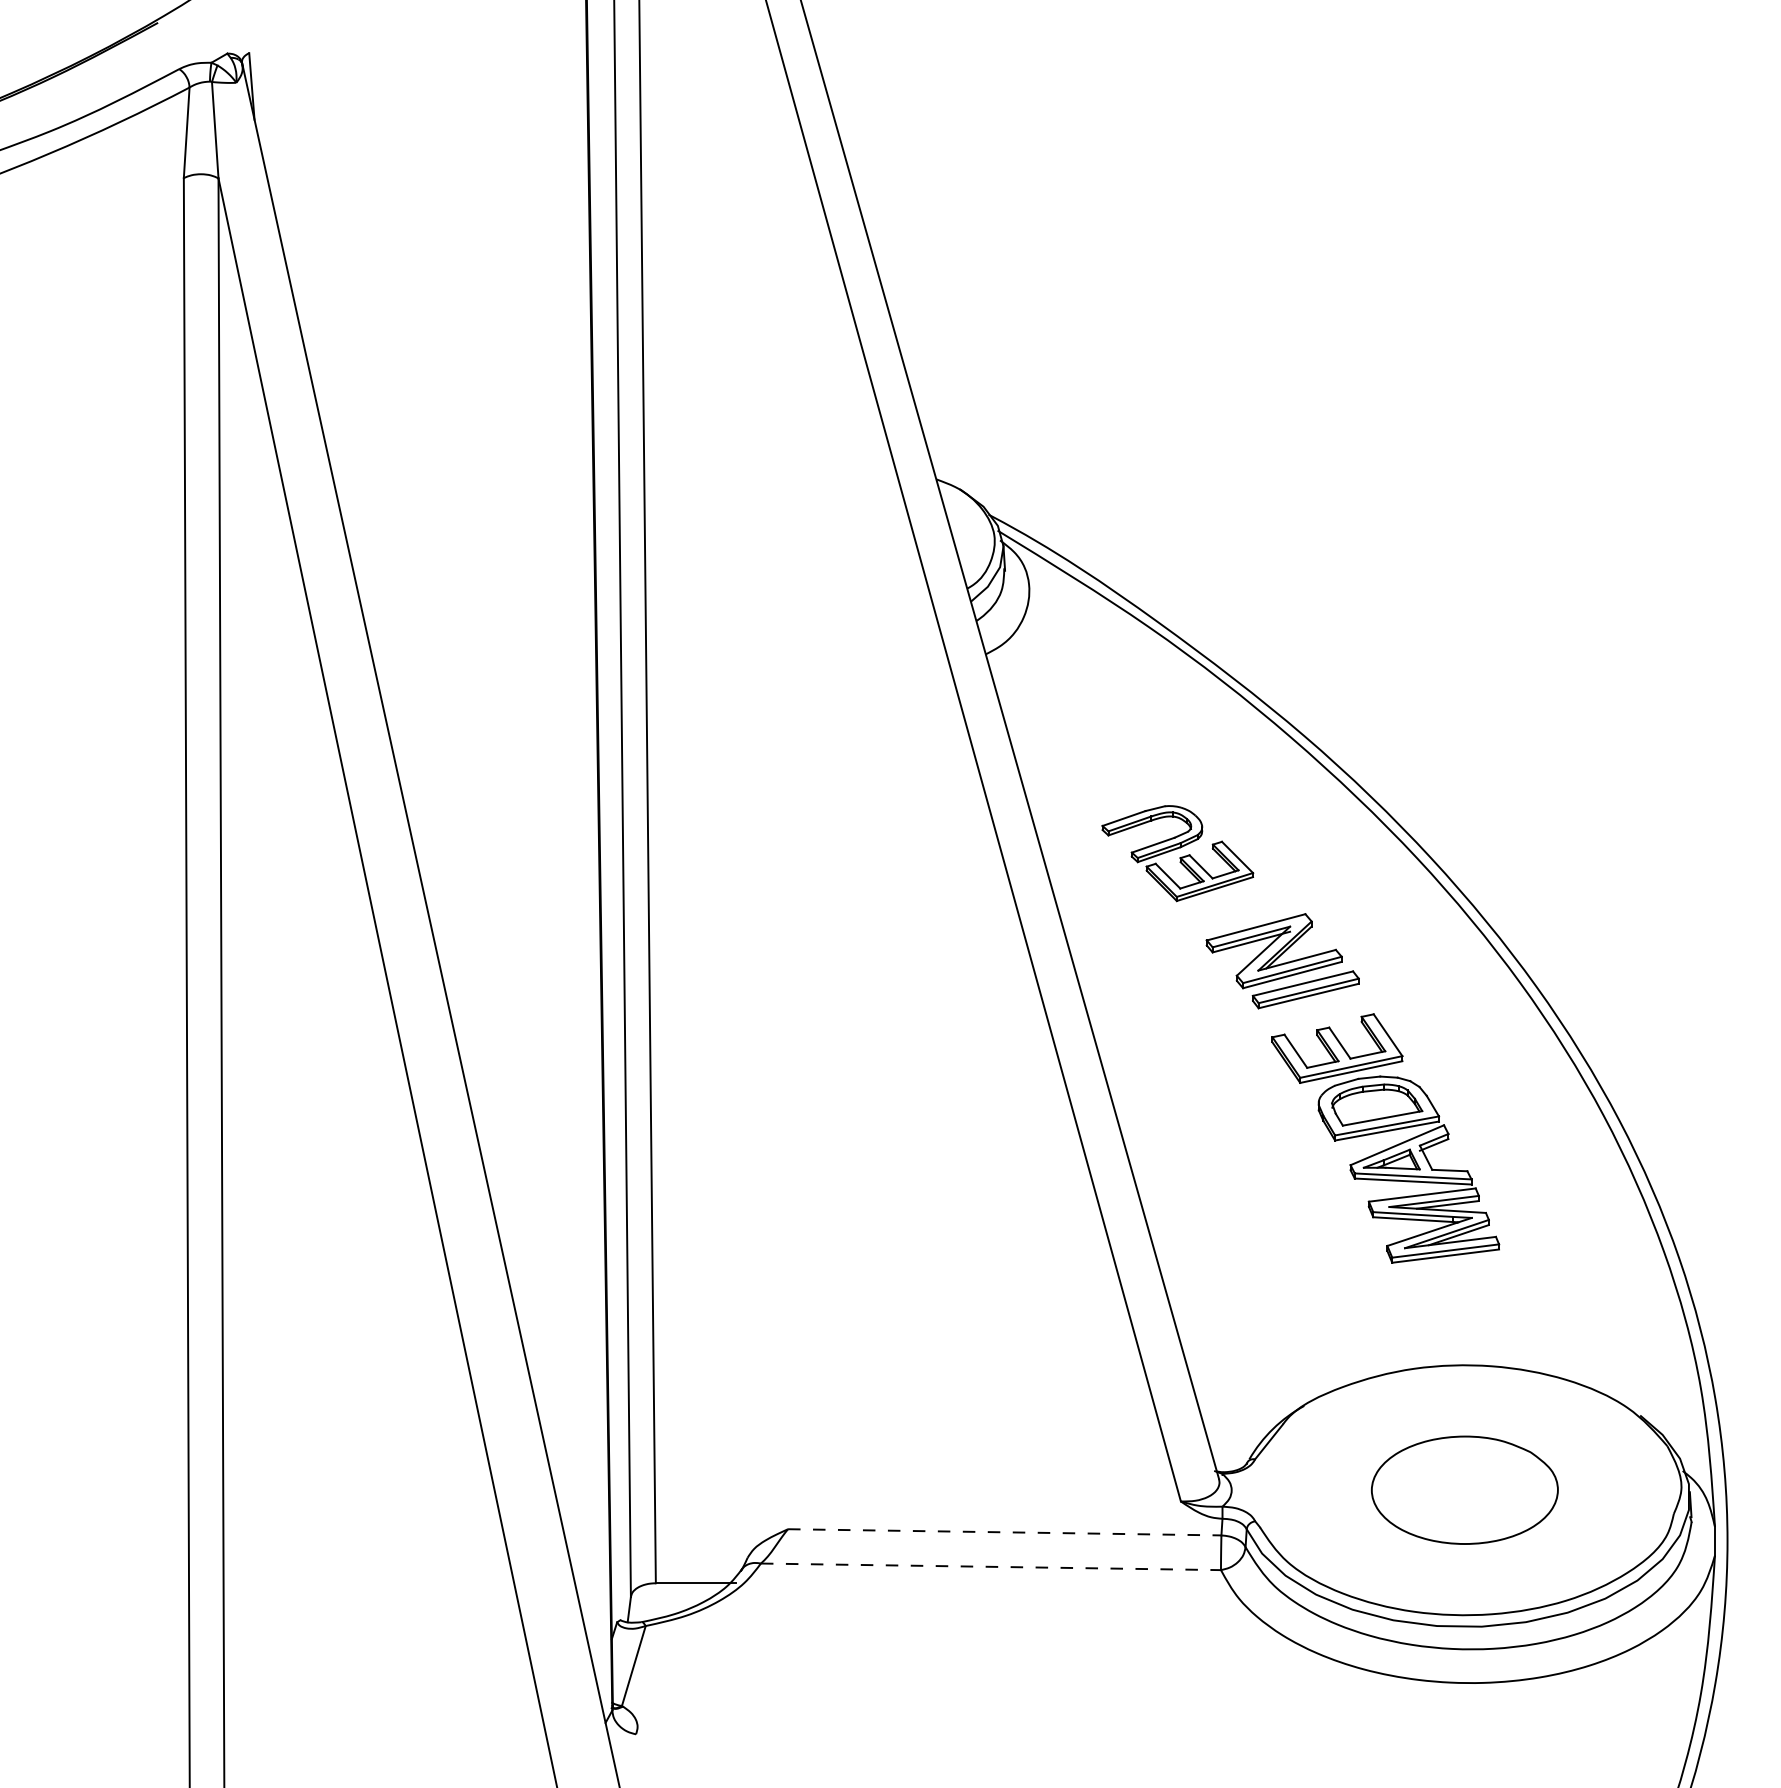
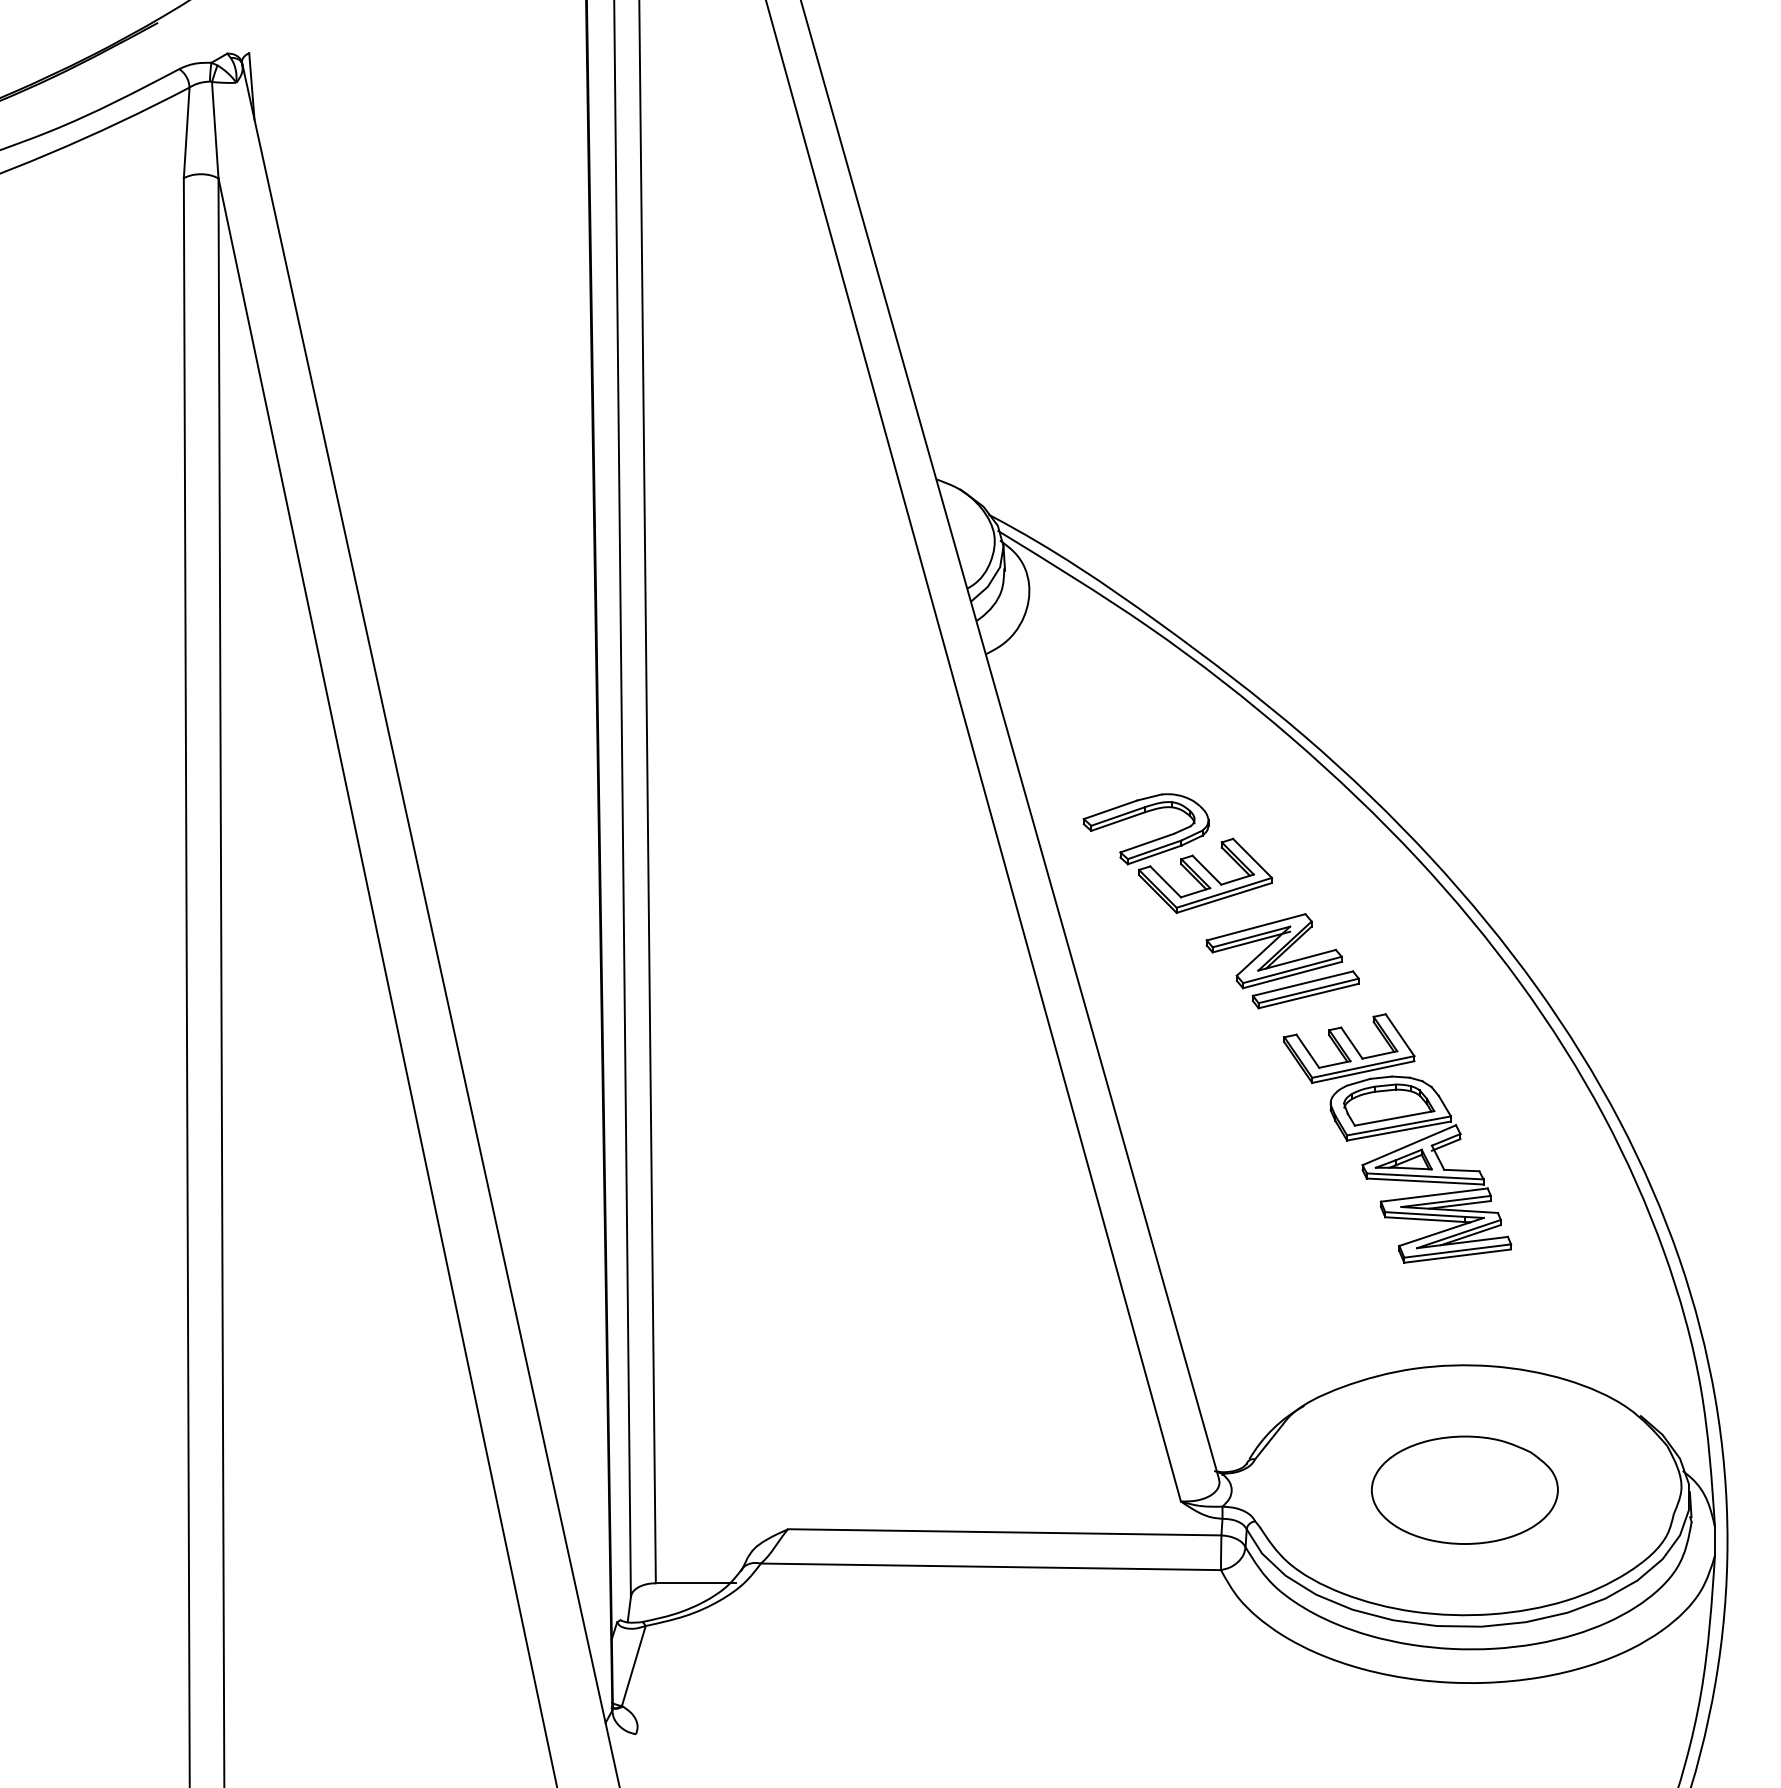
part at (1177, 853) size: 154x98 px -> 191x121 px
part at (1385, 1138) position: (1385, 1138) -> (1397, 1138)
line at (1004, 1532): dashed -> solid
line at (991, 1566): dashed -> solid
